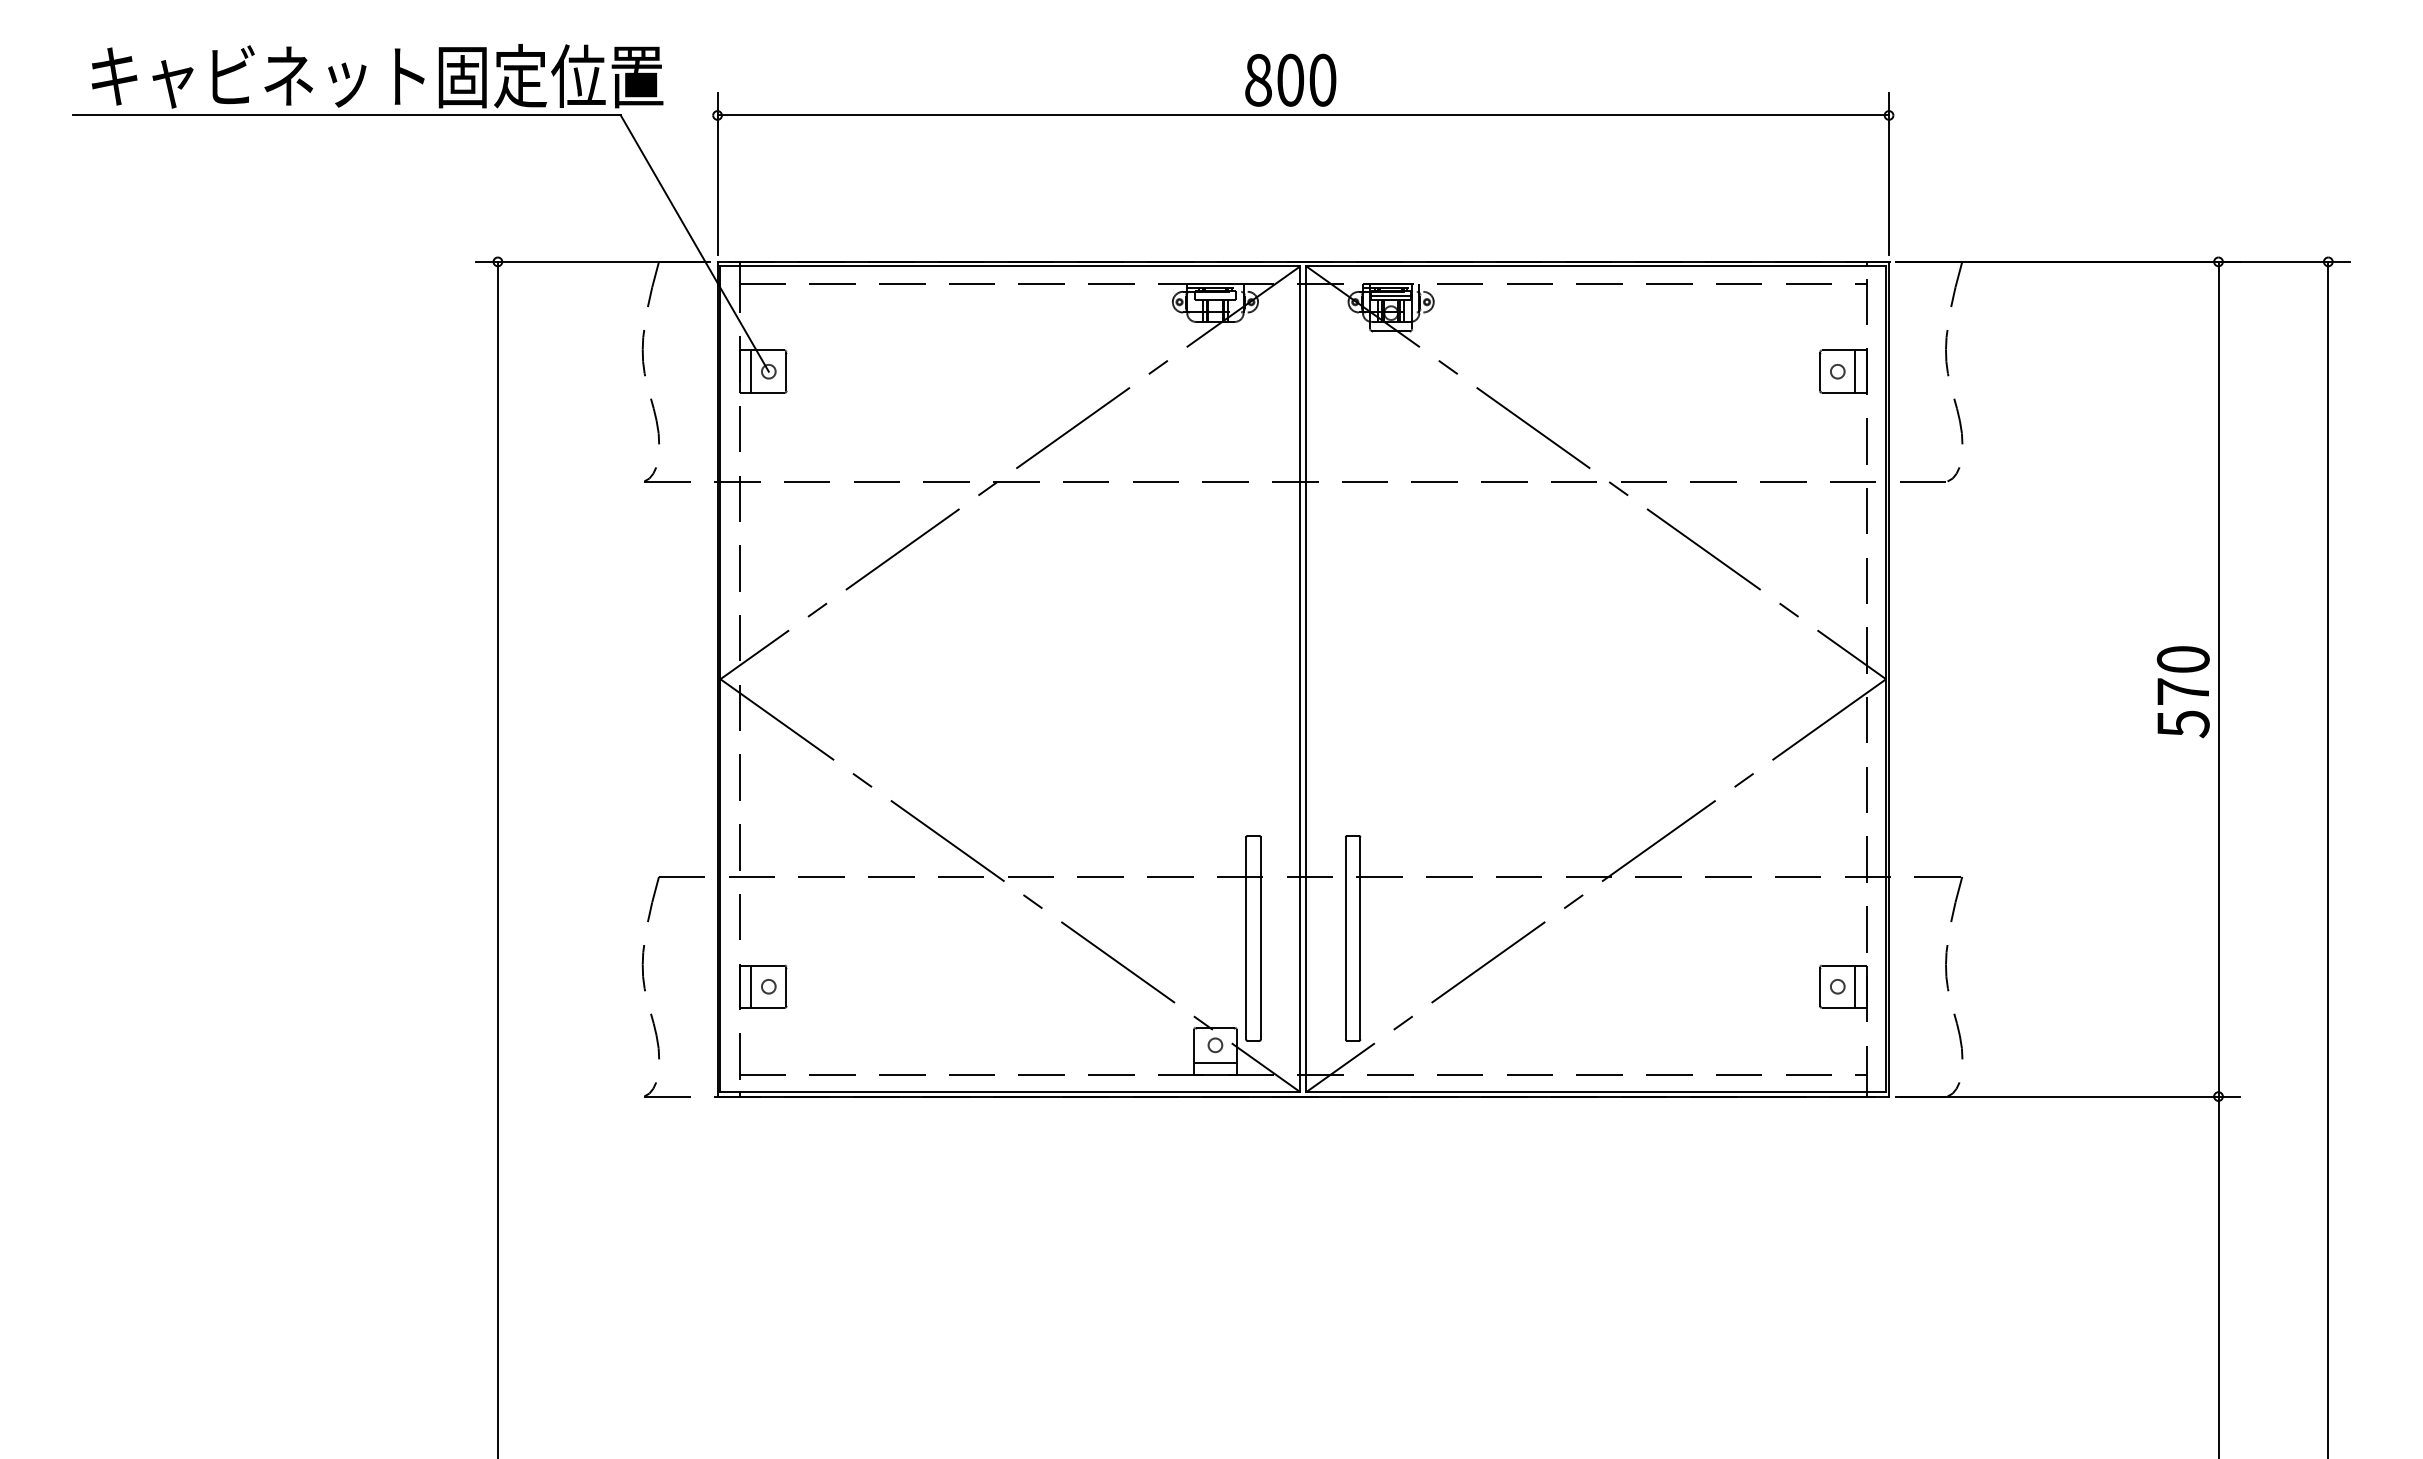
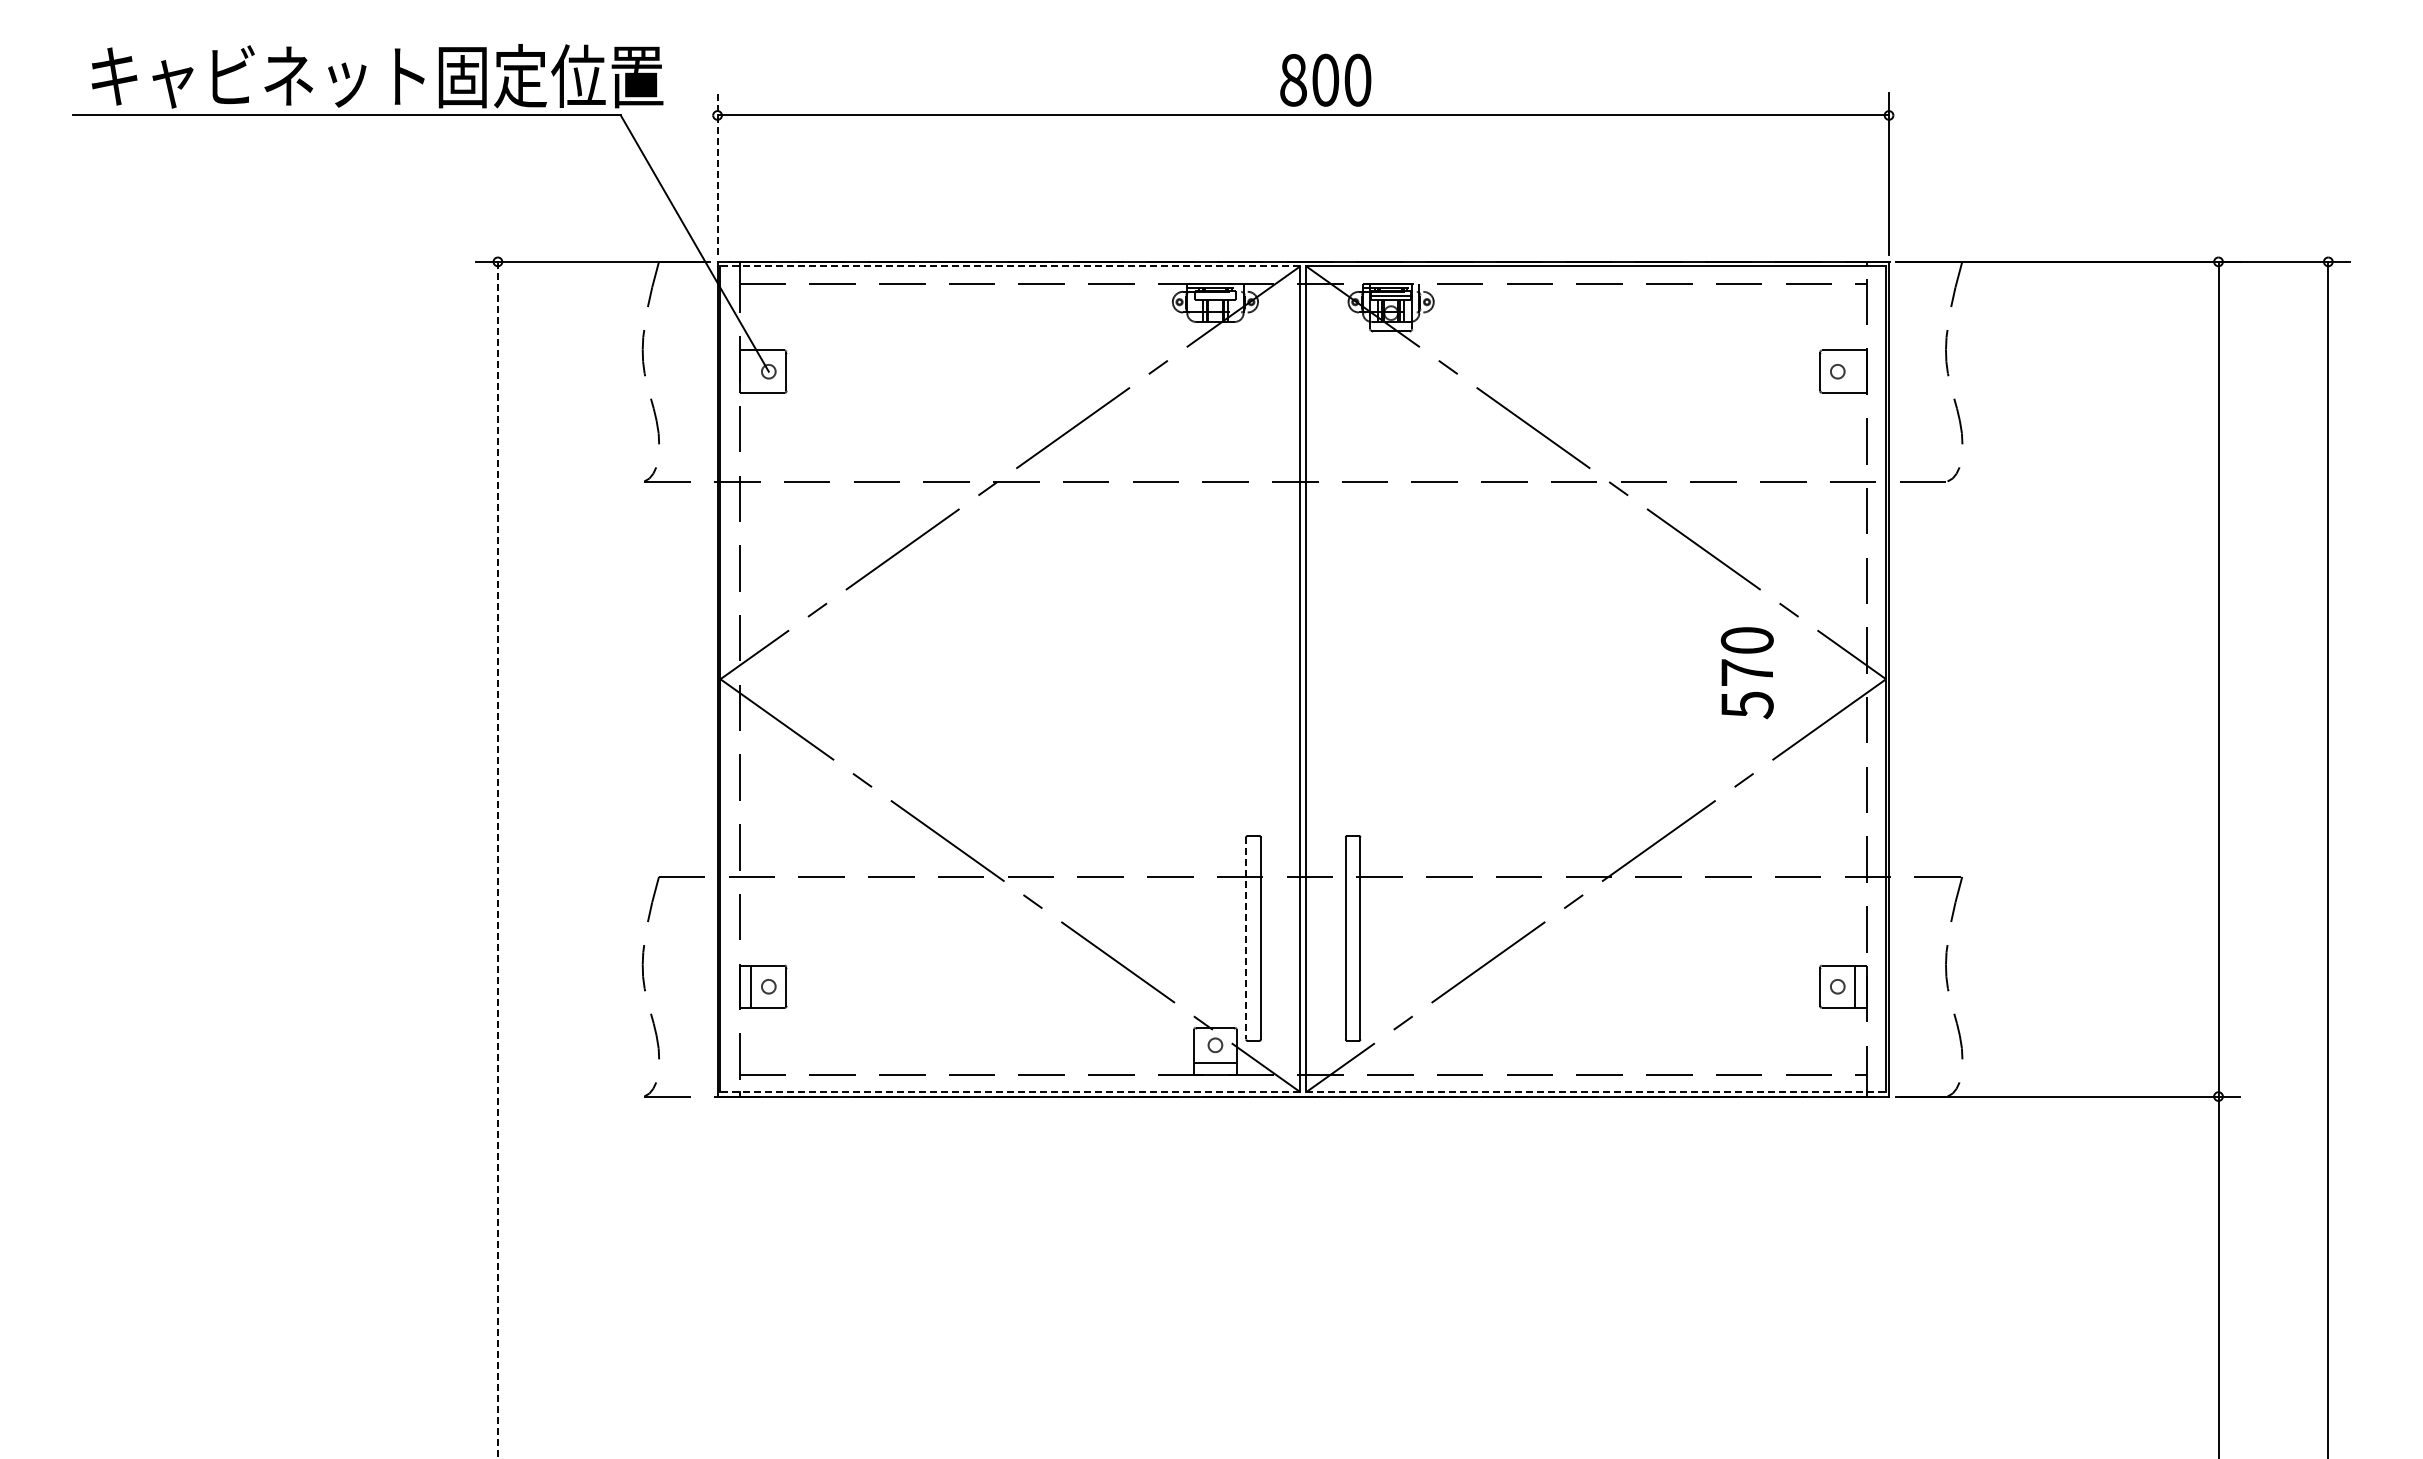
text at (1290, 79) position: (1290, 79) -> (1325, 79)
line at (717, 174): solid -> dashed
line at (1010, 266): solid -> dashed
line at (751, 371): present -> none
line at (1855, 371): present -> none
text at (2182, 692) position: (2182, 692) -> (1746, 673)
line at (497, 860): solid -> dashed
line at (1246, 938): solid -> dashed
line at (1010, 1092): solid -> dashed
line at (1596, 1092): solid -> dashed
